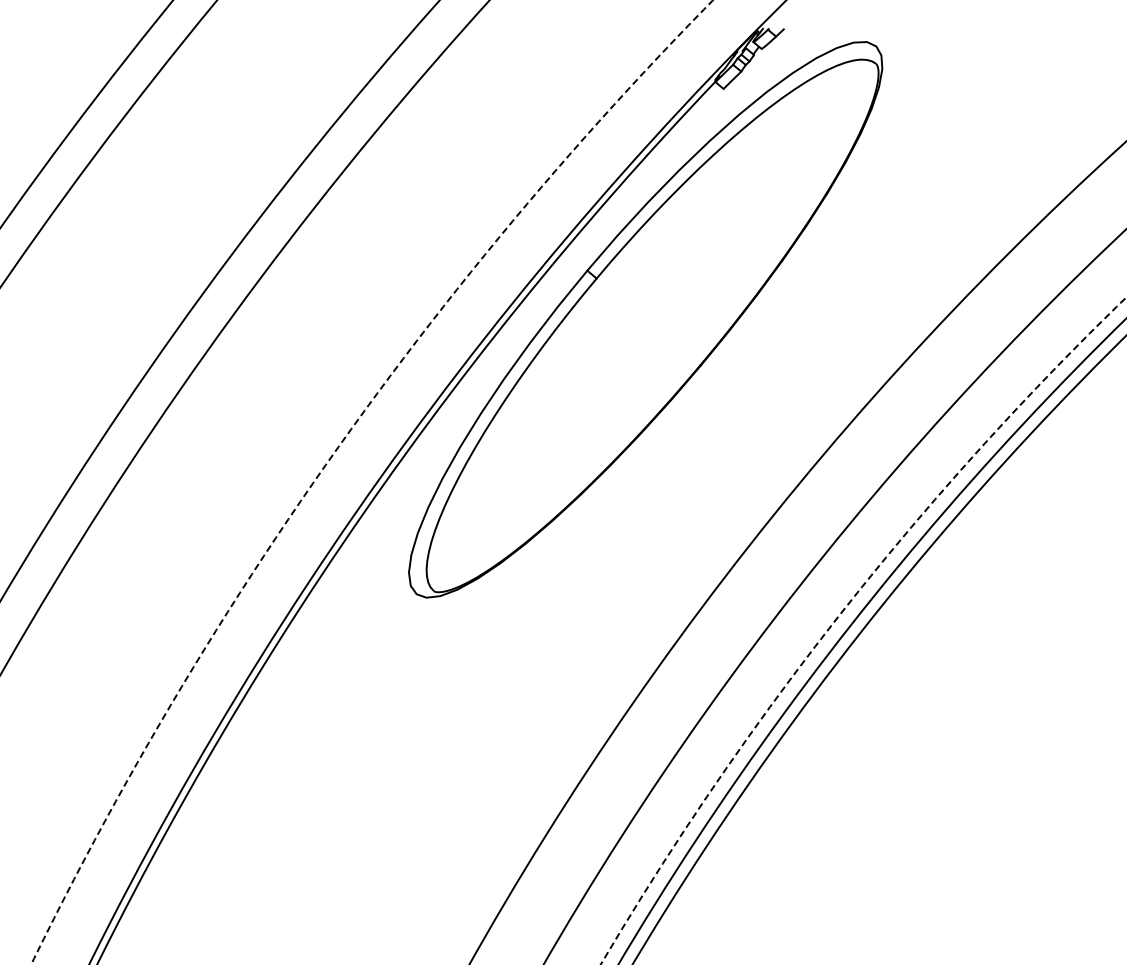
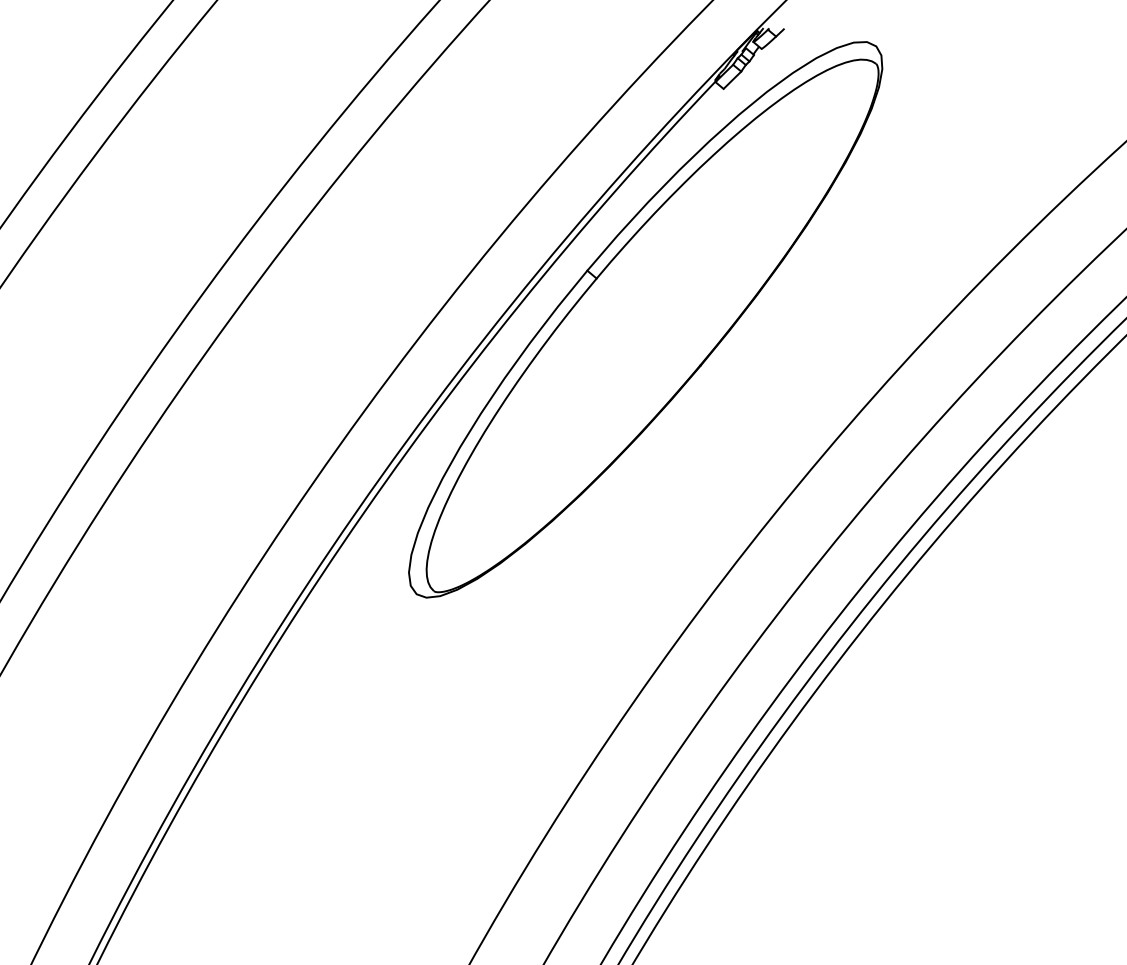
circle at (371, 482): dashed -> solid
circle at (863, 630): dashed -> solid
